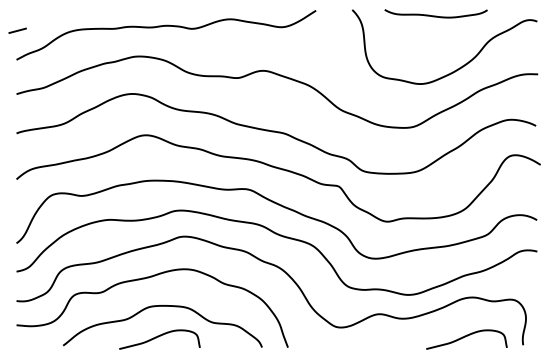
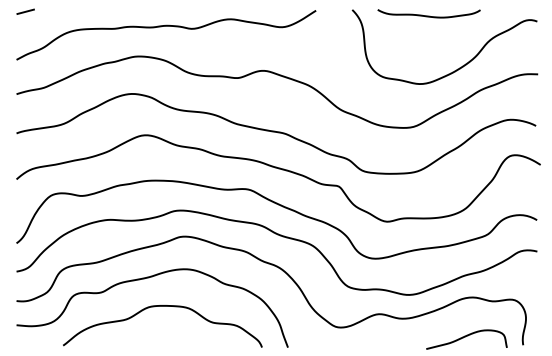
curve at (435, 15) position: (435, 15) -> (428, 15)
line at (17, 30) position: (17, 30) -> (25, 11)
curve at (158, 337): present -> none
